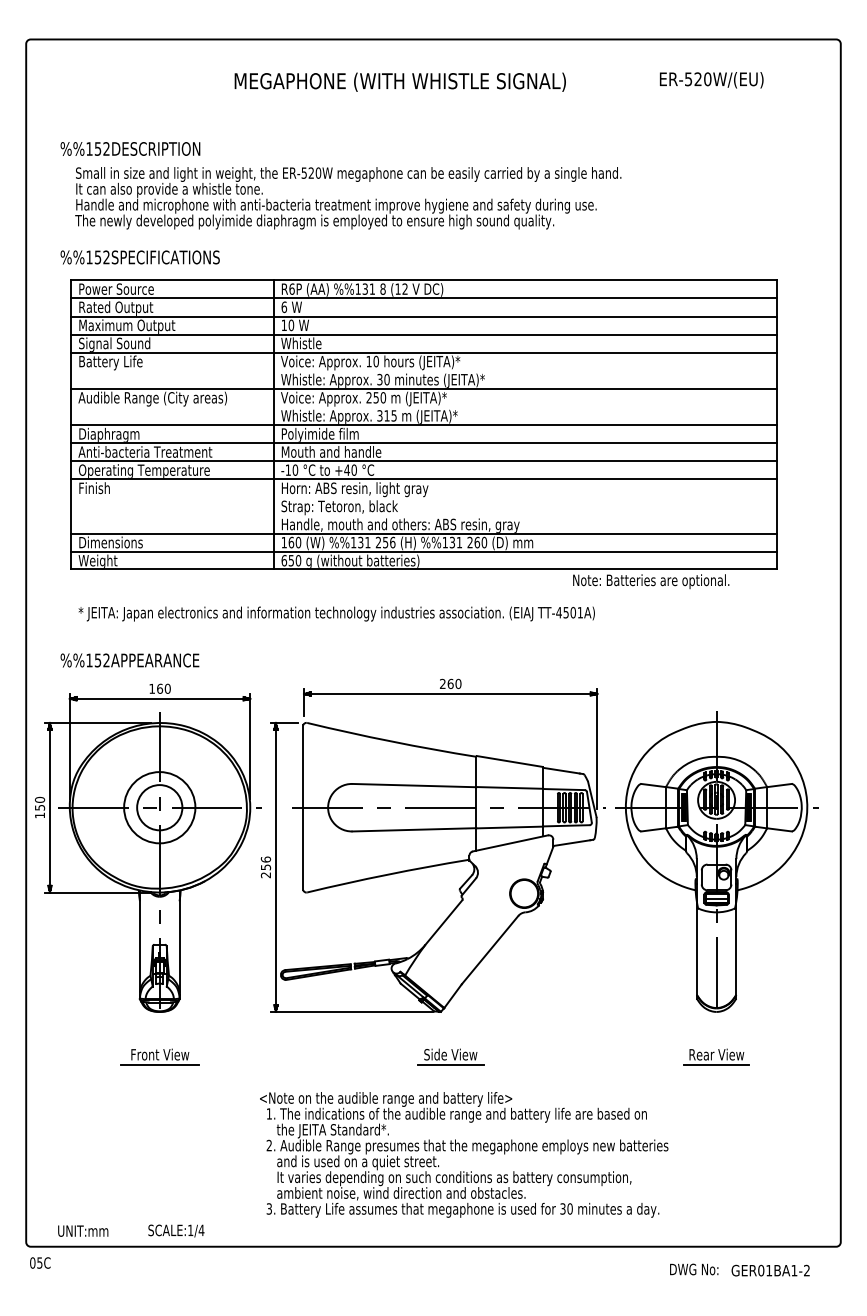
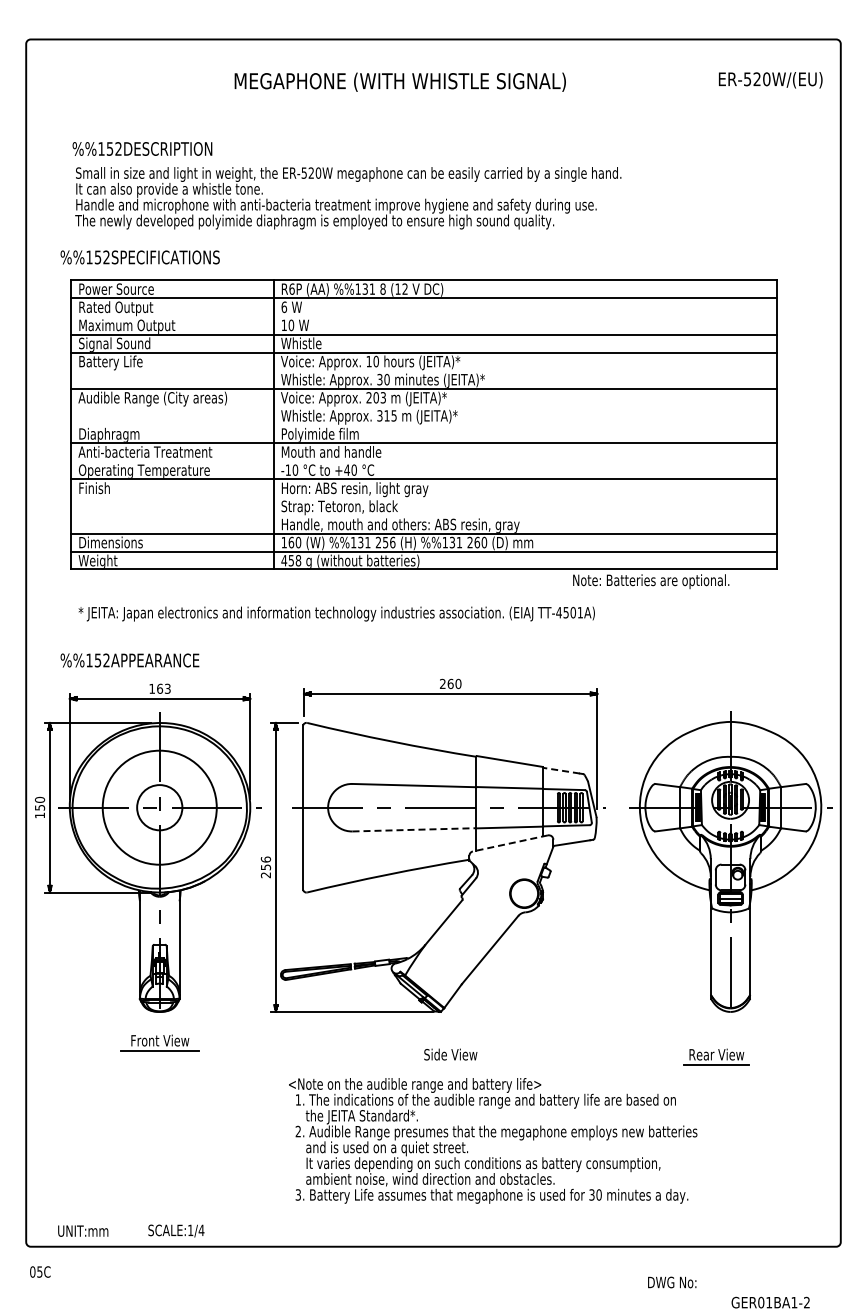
text at (711, 80) position: (711, 80) -> (770, 80)
text at (130, 148) position: (130, 148) -> (142, 148)
line at (424, 316): present -> none
text at (379, 397): 250 -> 203
line at (424, 425): present -> none
line at (424, 461): present -> none
text at (291, 560): 650 -> 458
text at (167, 688): 160 -> 163
line at (561, 770): solid -> dashed
circle at (159, 807) diameter: 71 px -> 114 px
line at (414, 829): solid -> dashed
line at (509, 843): solid -> dashed
part at (716, 861) position: (716, 861) -> (730, 861)
part at (159, 1056) position: (159, 1056) -> (159, 1042)
line at (450, 1064): present -> none
text at (464, 1154) position: (464, 1154) -> (493, 1140)
text at (40, 1262) position: (40, 1262) -> (40, 1271)
text at (694, 1269) position: (694, 1269) -> (672, 1282)
text at (770, 1270) position: (770, 1270) -> (770, 1302)
